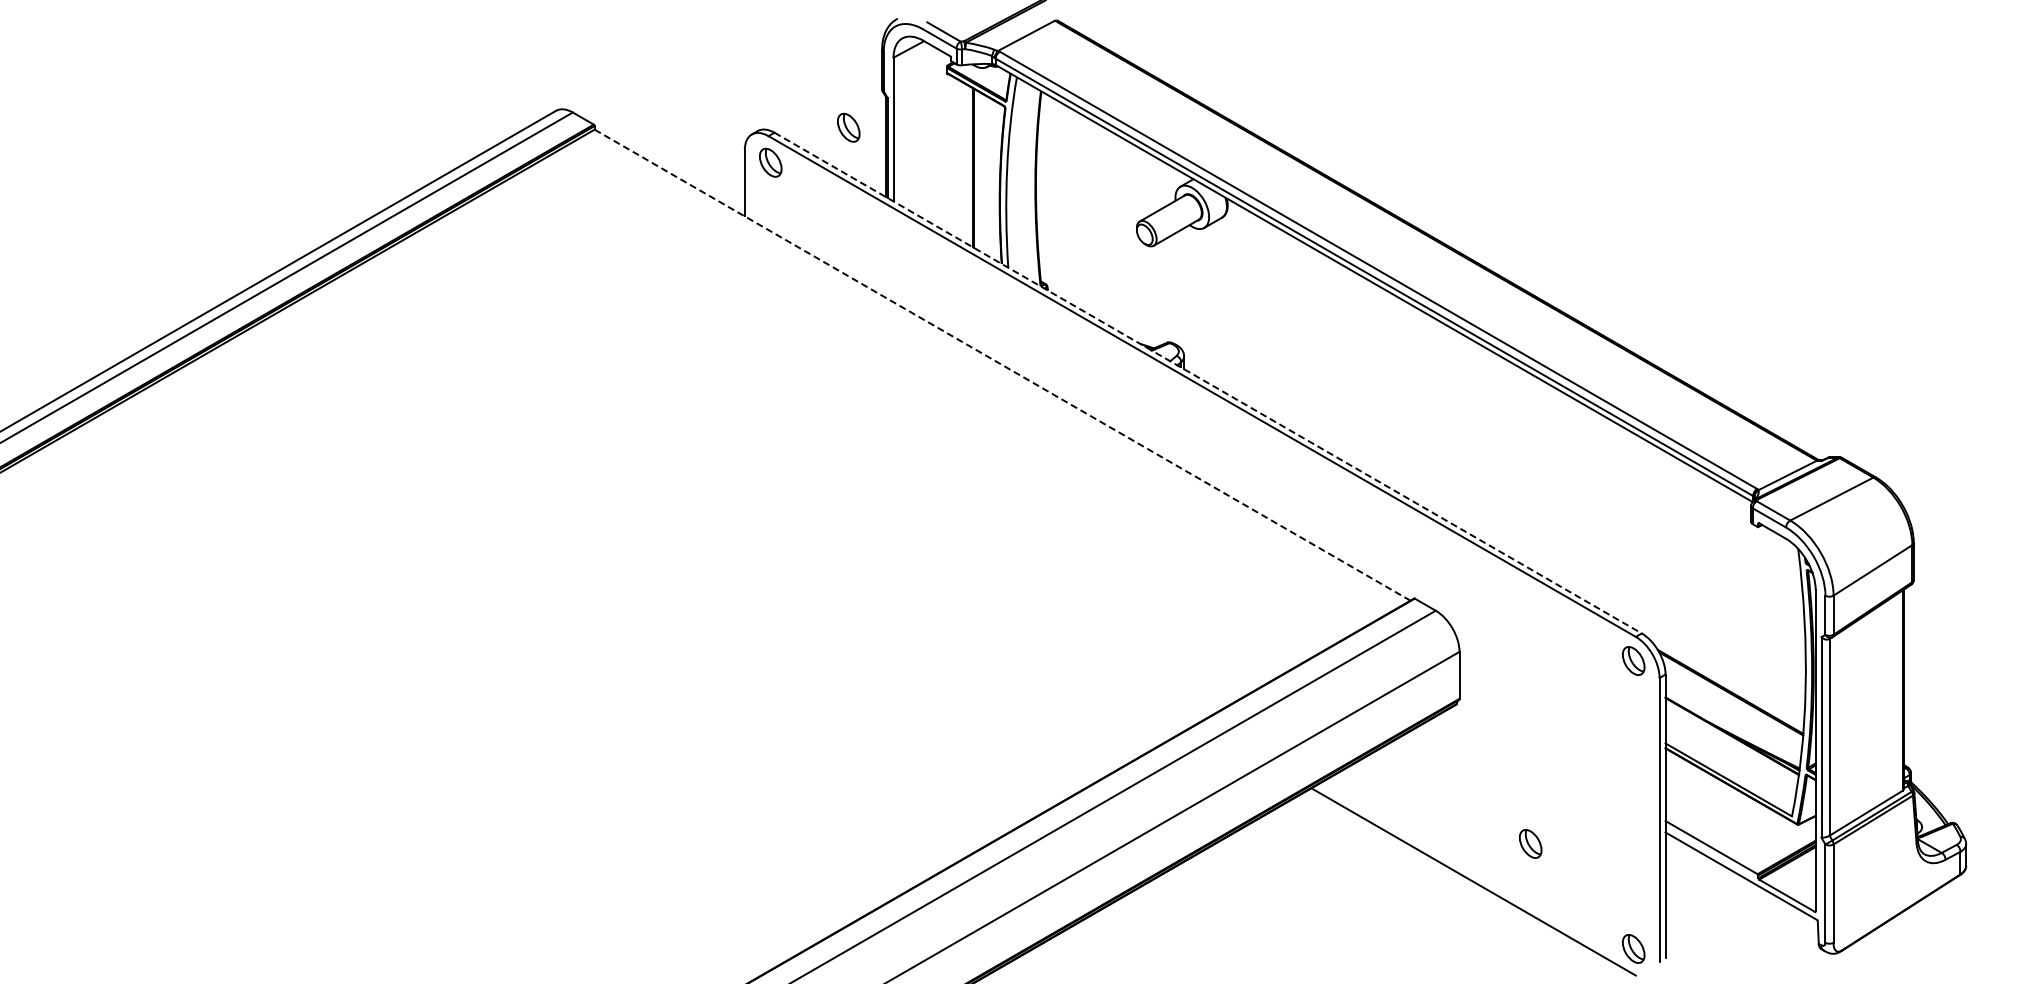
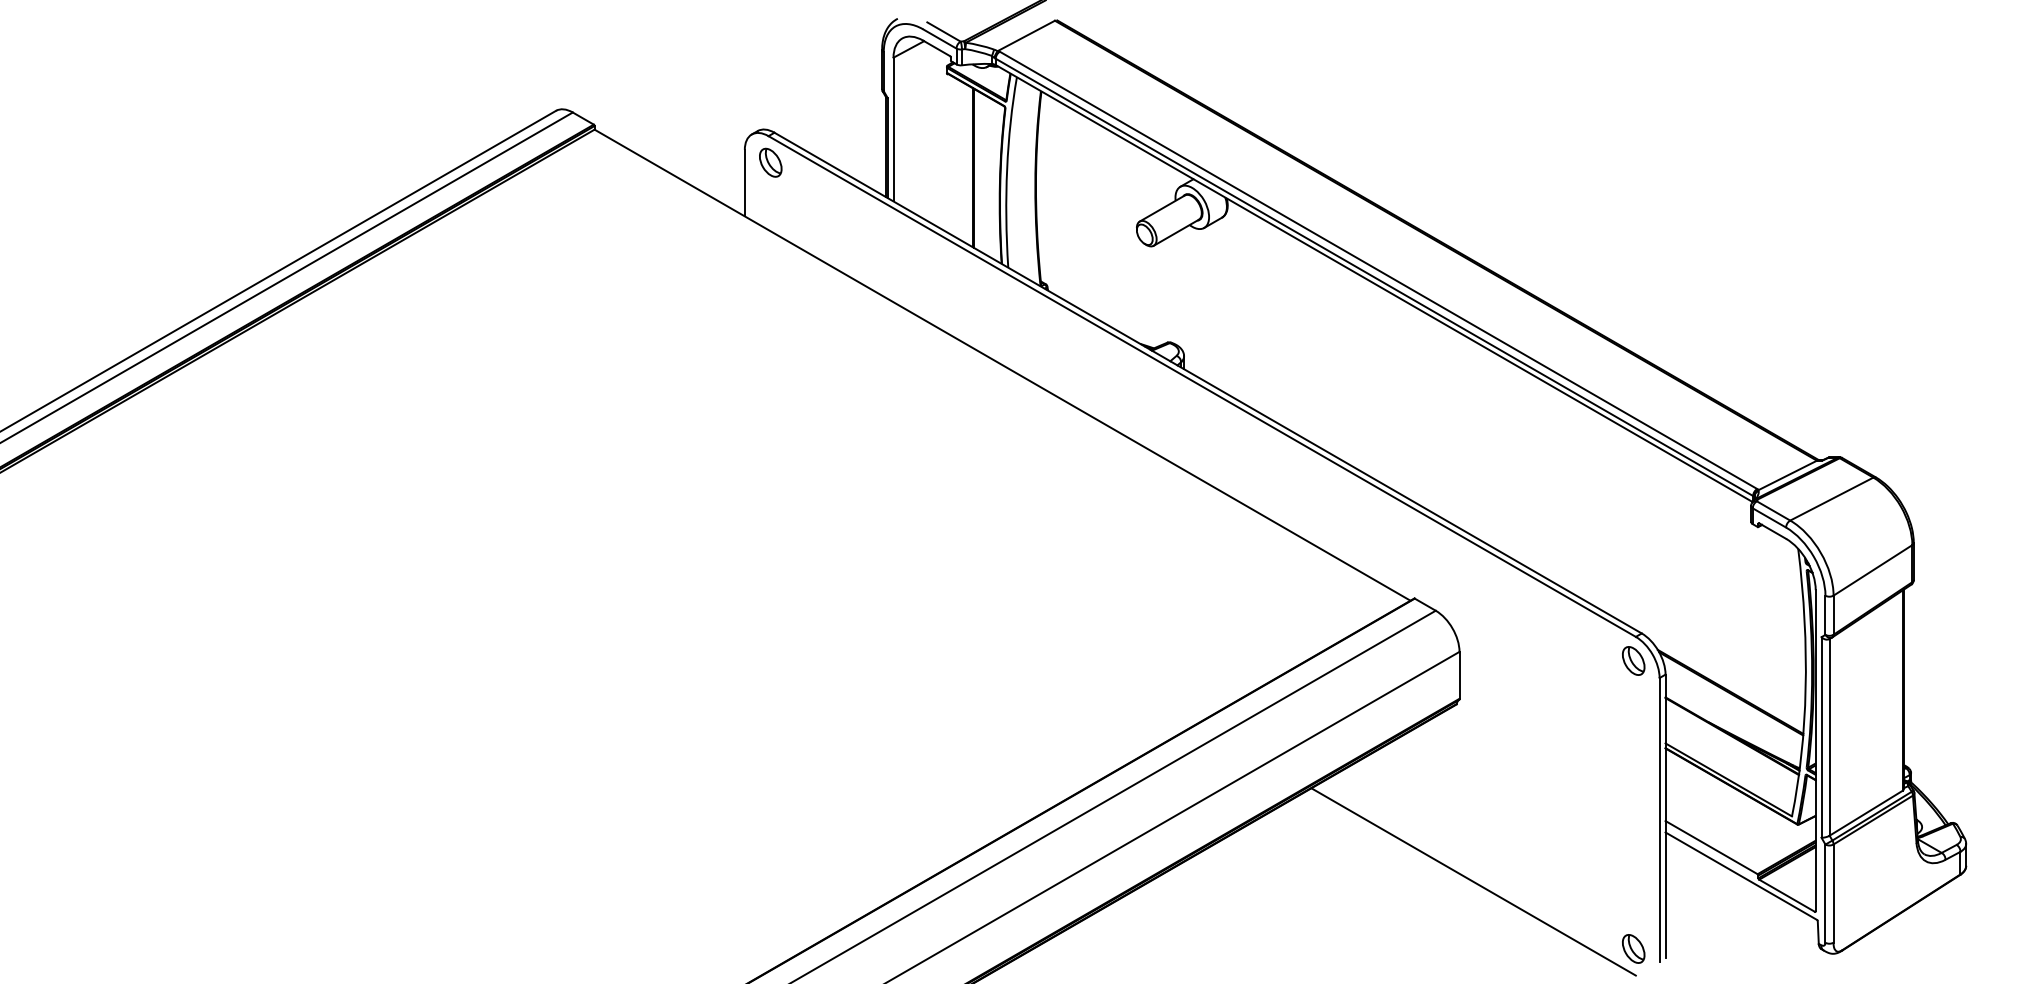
part at (848, 127): present -> none
line at (1002, 364): dashed -> solid
line at (1208, 383): dashed -> solid
part at (1530, 843): present -> none
